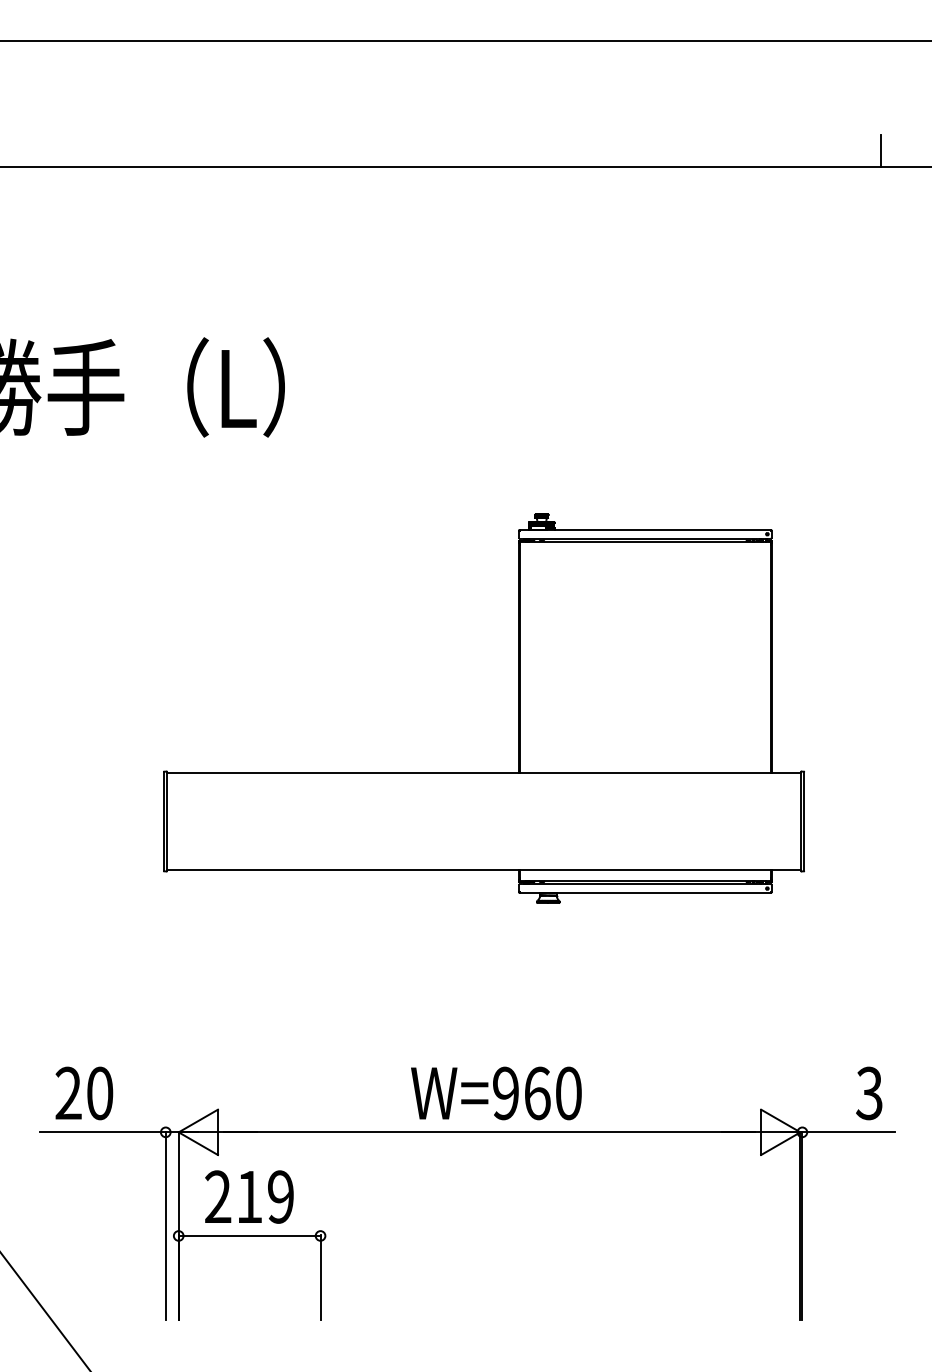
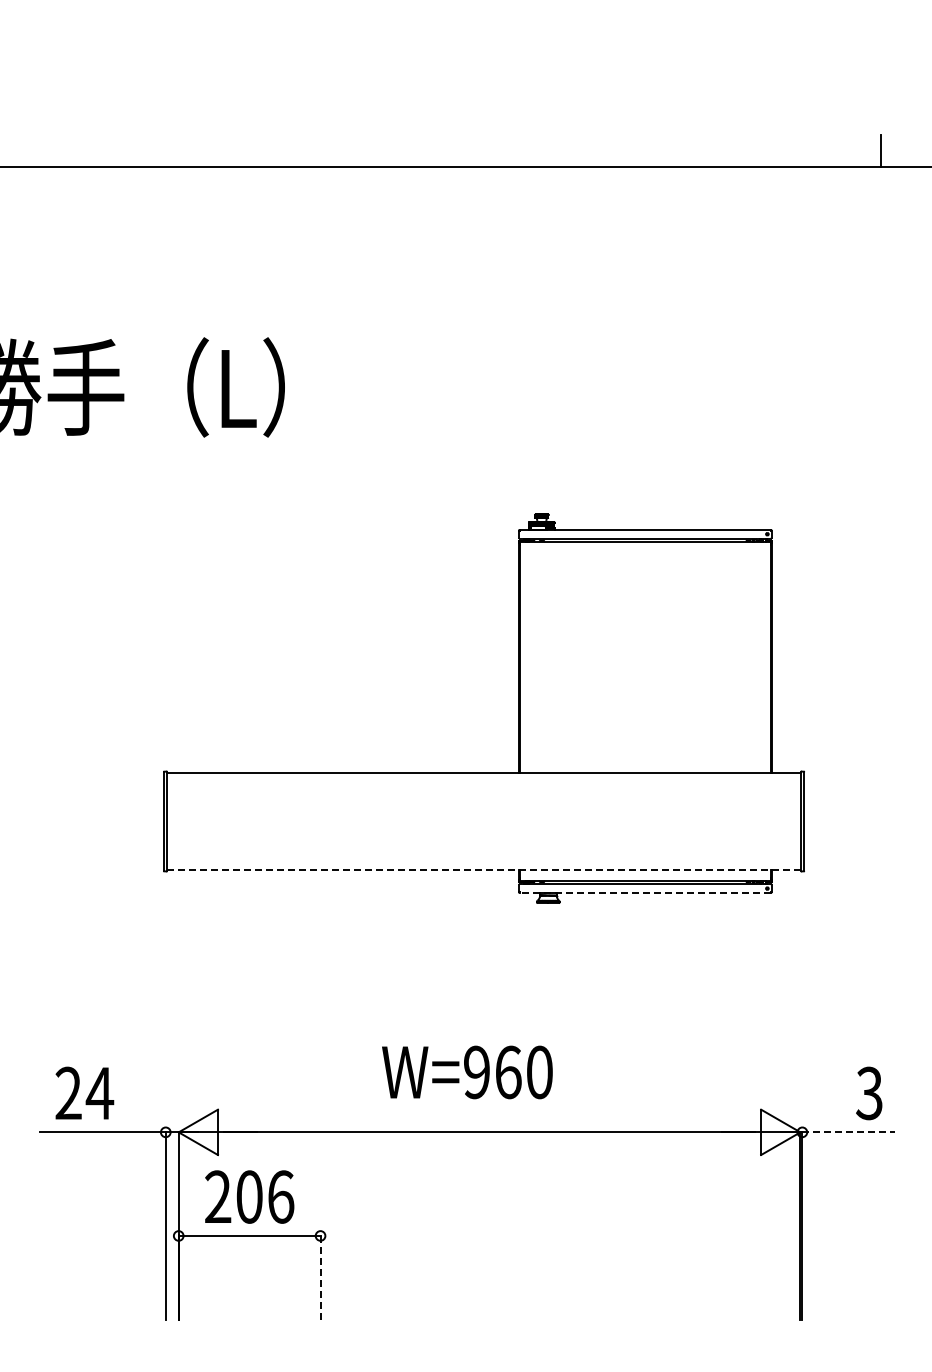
line at (465, 41): present -> none
line at (484, 870): solid -> dashed
line at (645, 892): solid -> dashed
text at (99, 1093): 20 -> 24
text at (496, 1093) position: (496, 1093) -> (467, 1072)
line at (849, 1132): solid -> dashed
text at (265, 1196): 219 -> 206
line at (320, 1276): solid -> dashed
line at (45, 1311): present -> none
